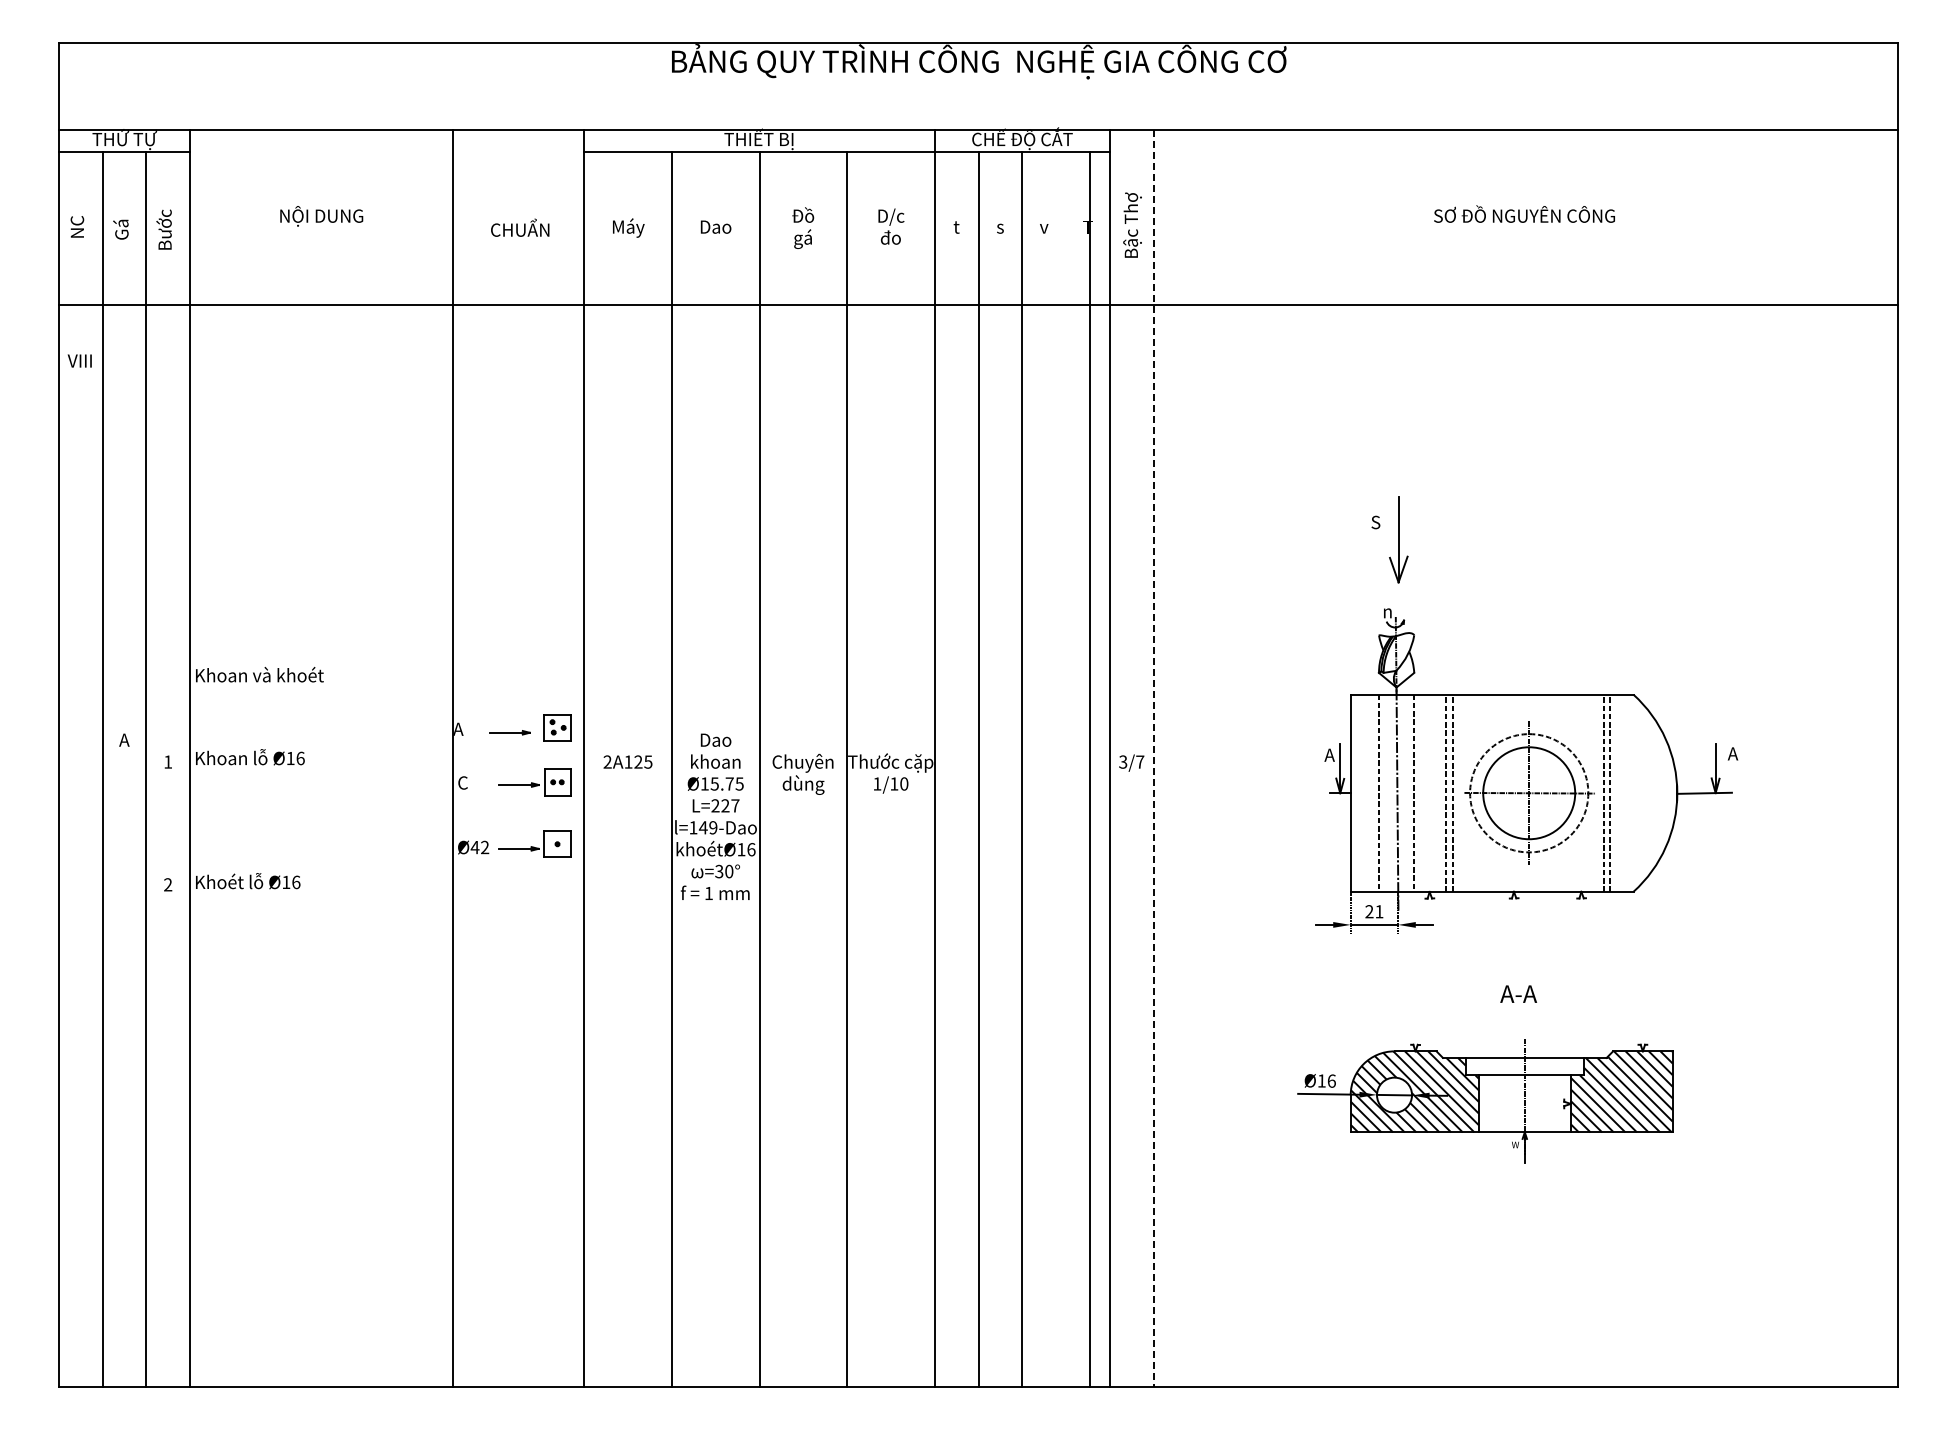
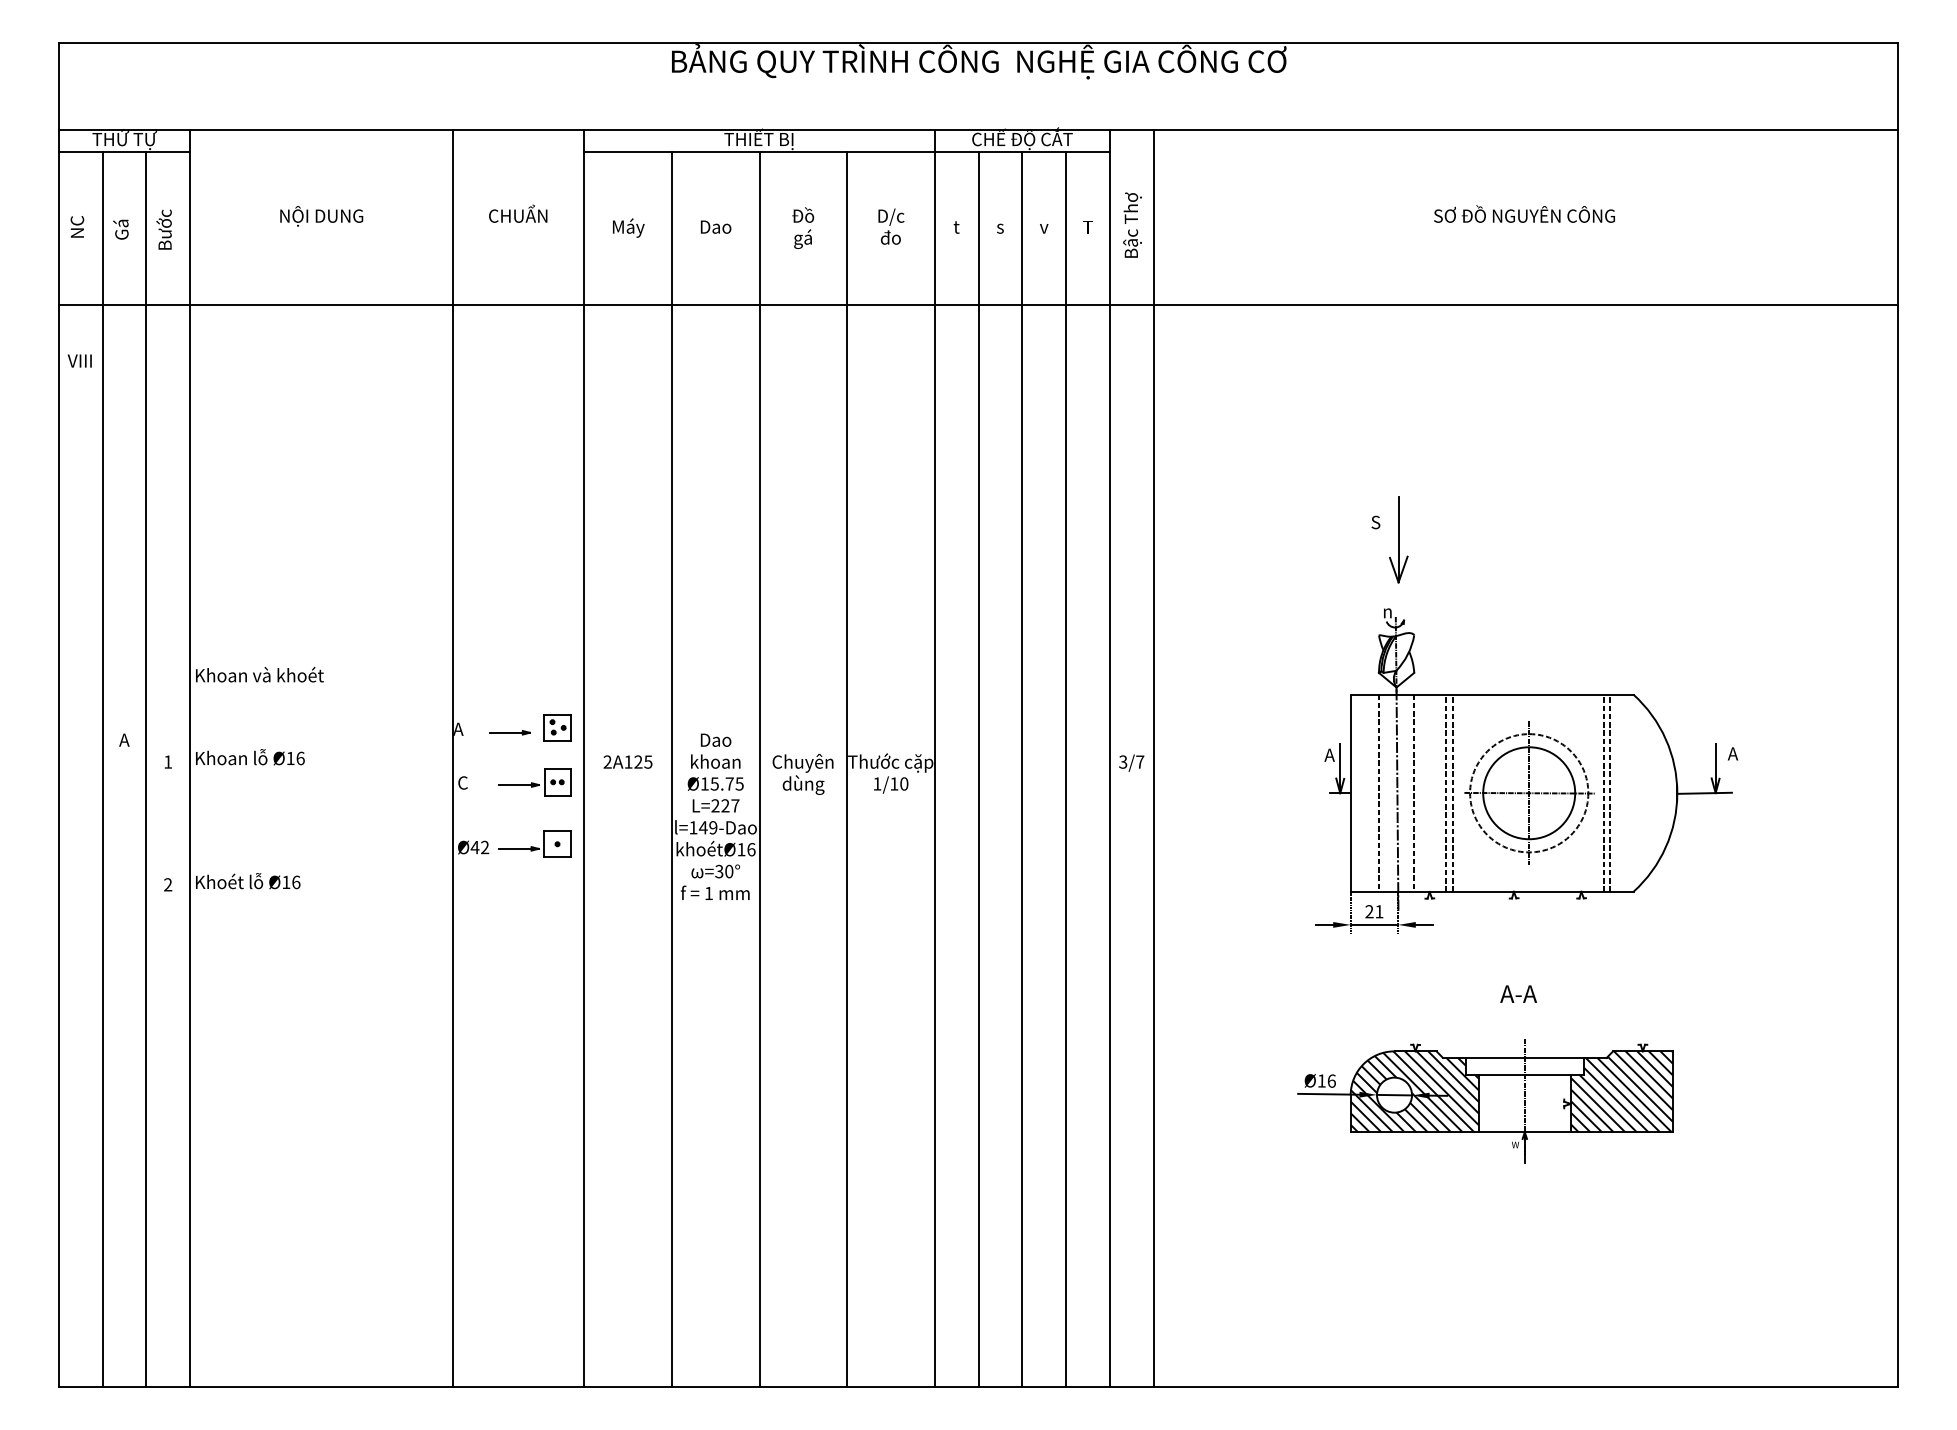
text at (520, 227) position: (520, 227) -> (518, 213)
line at (1153, 758): dashed -> solid
line at (1090, 769) position: (1090, 769) -> (1066, 769)
